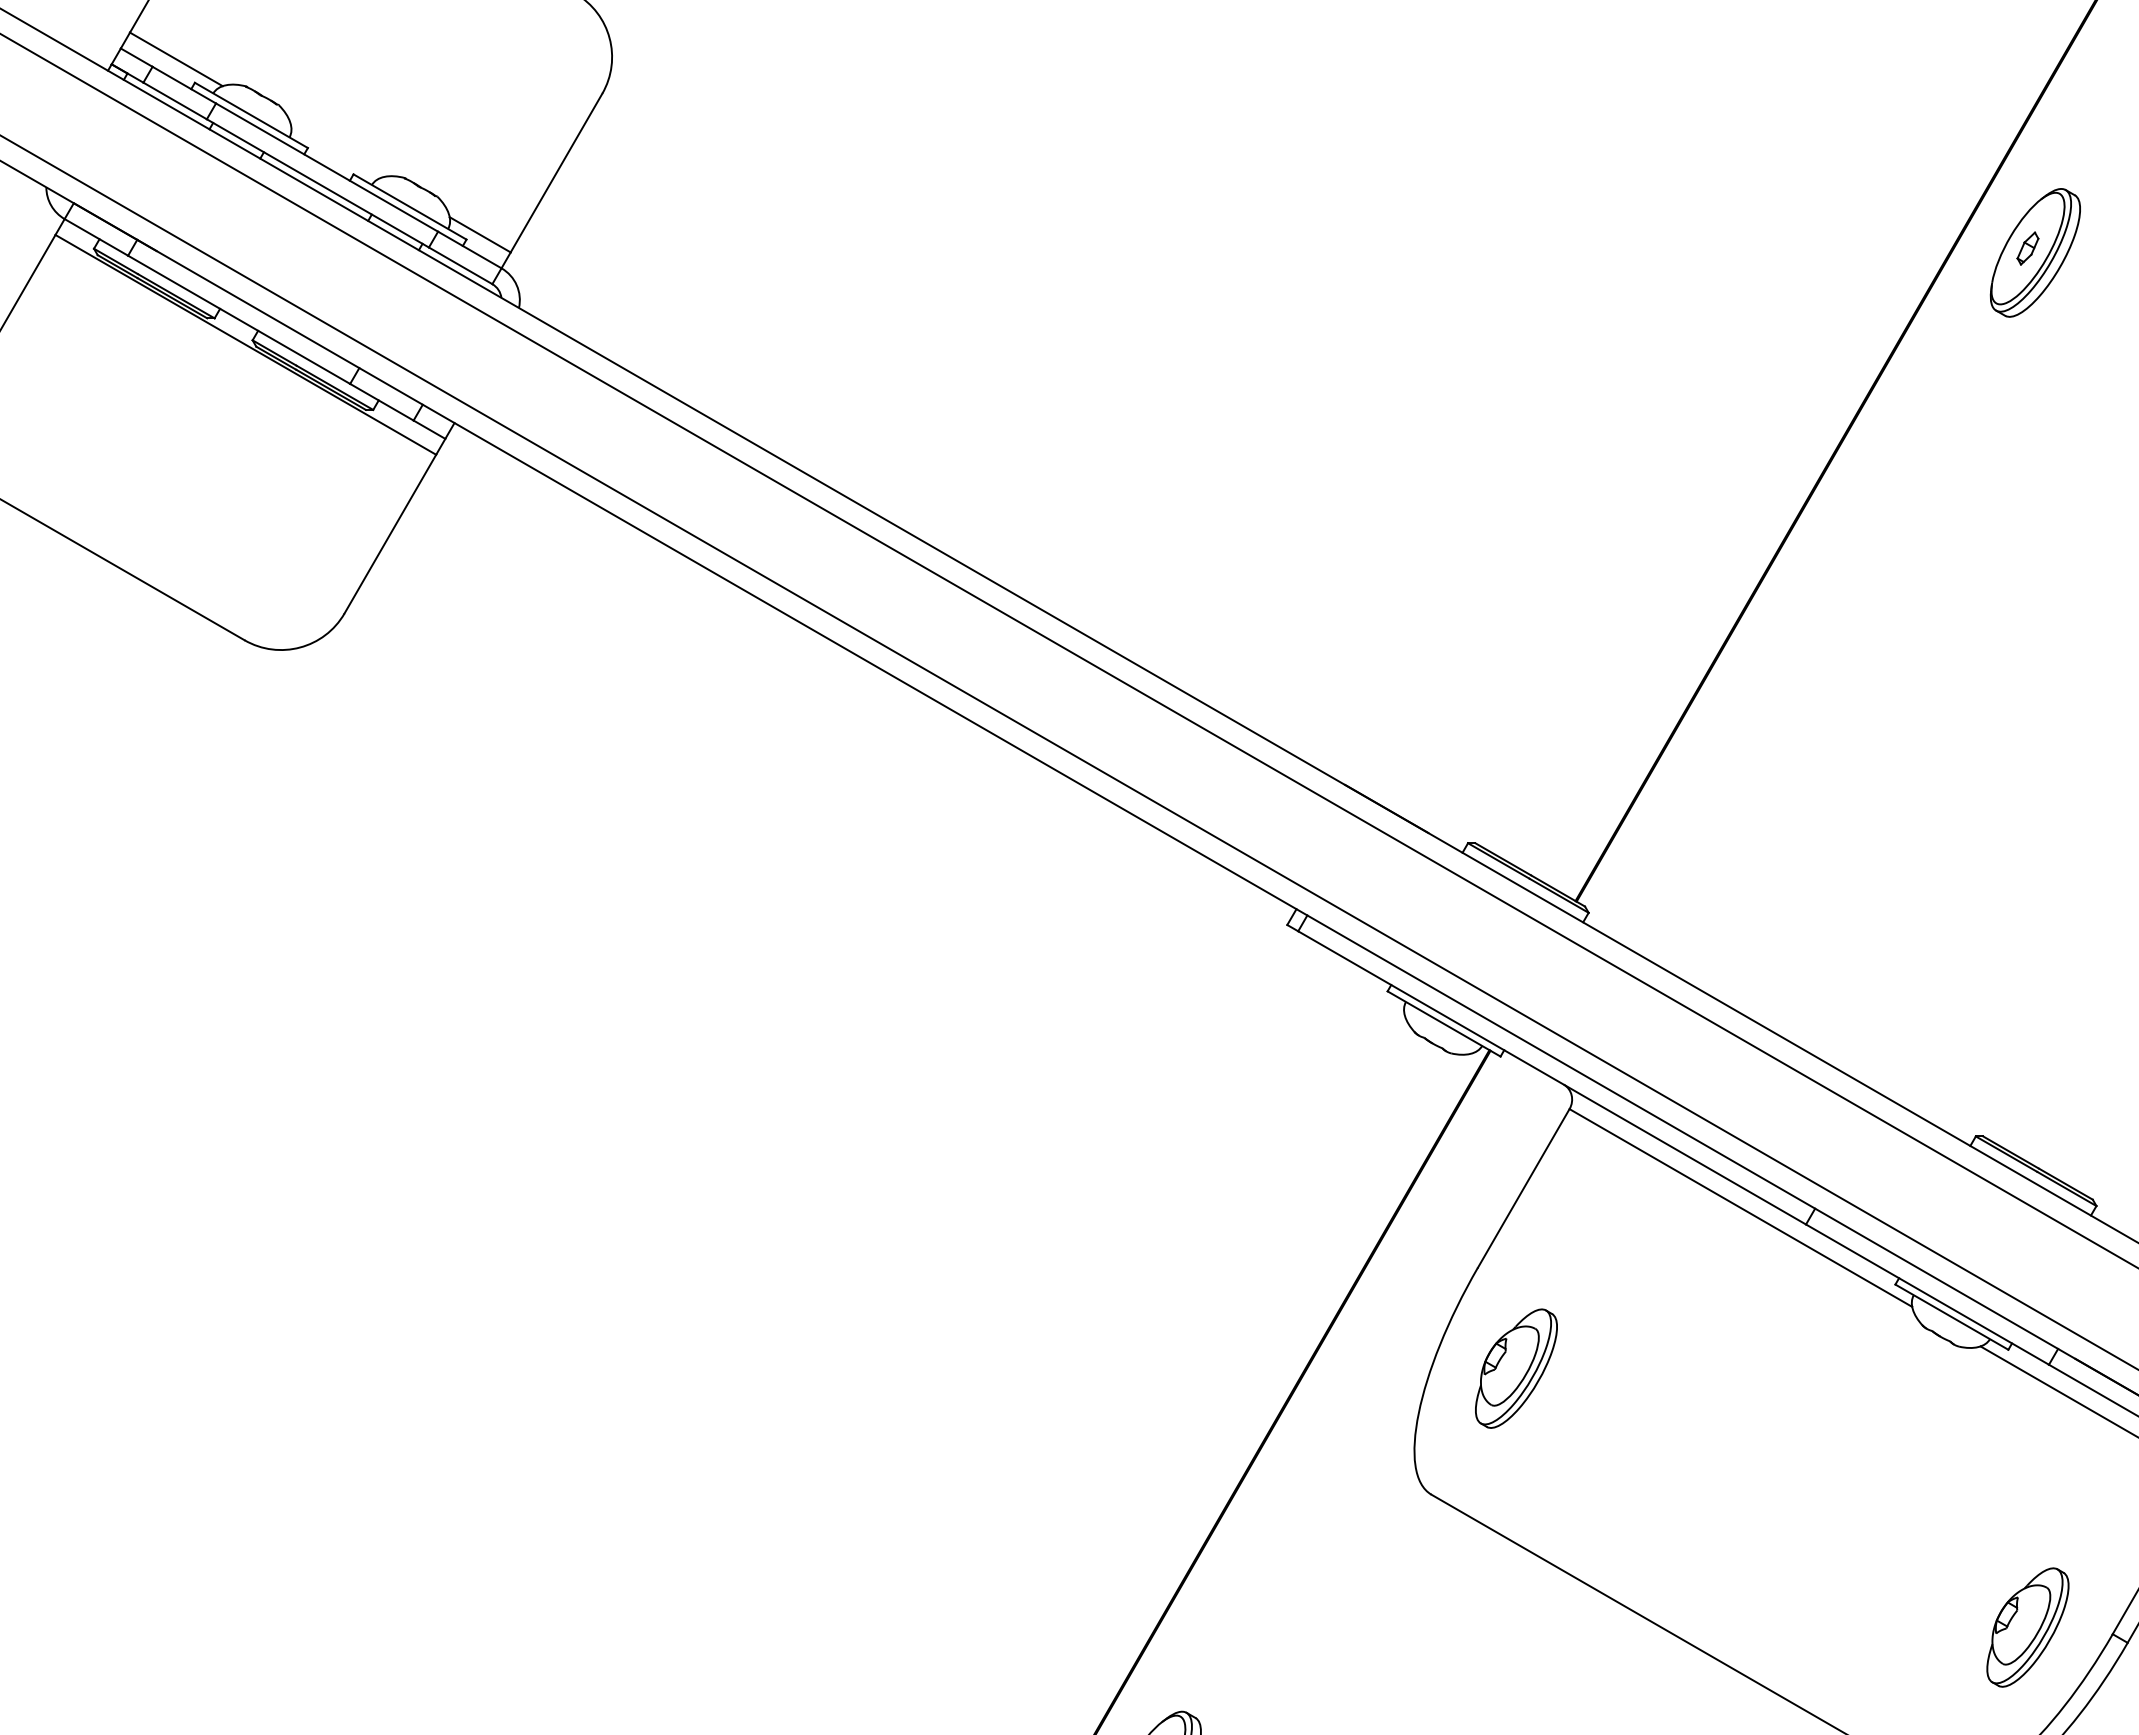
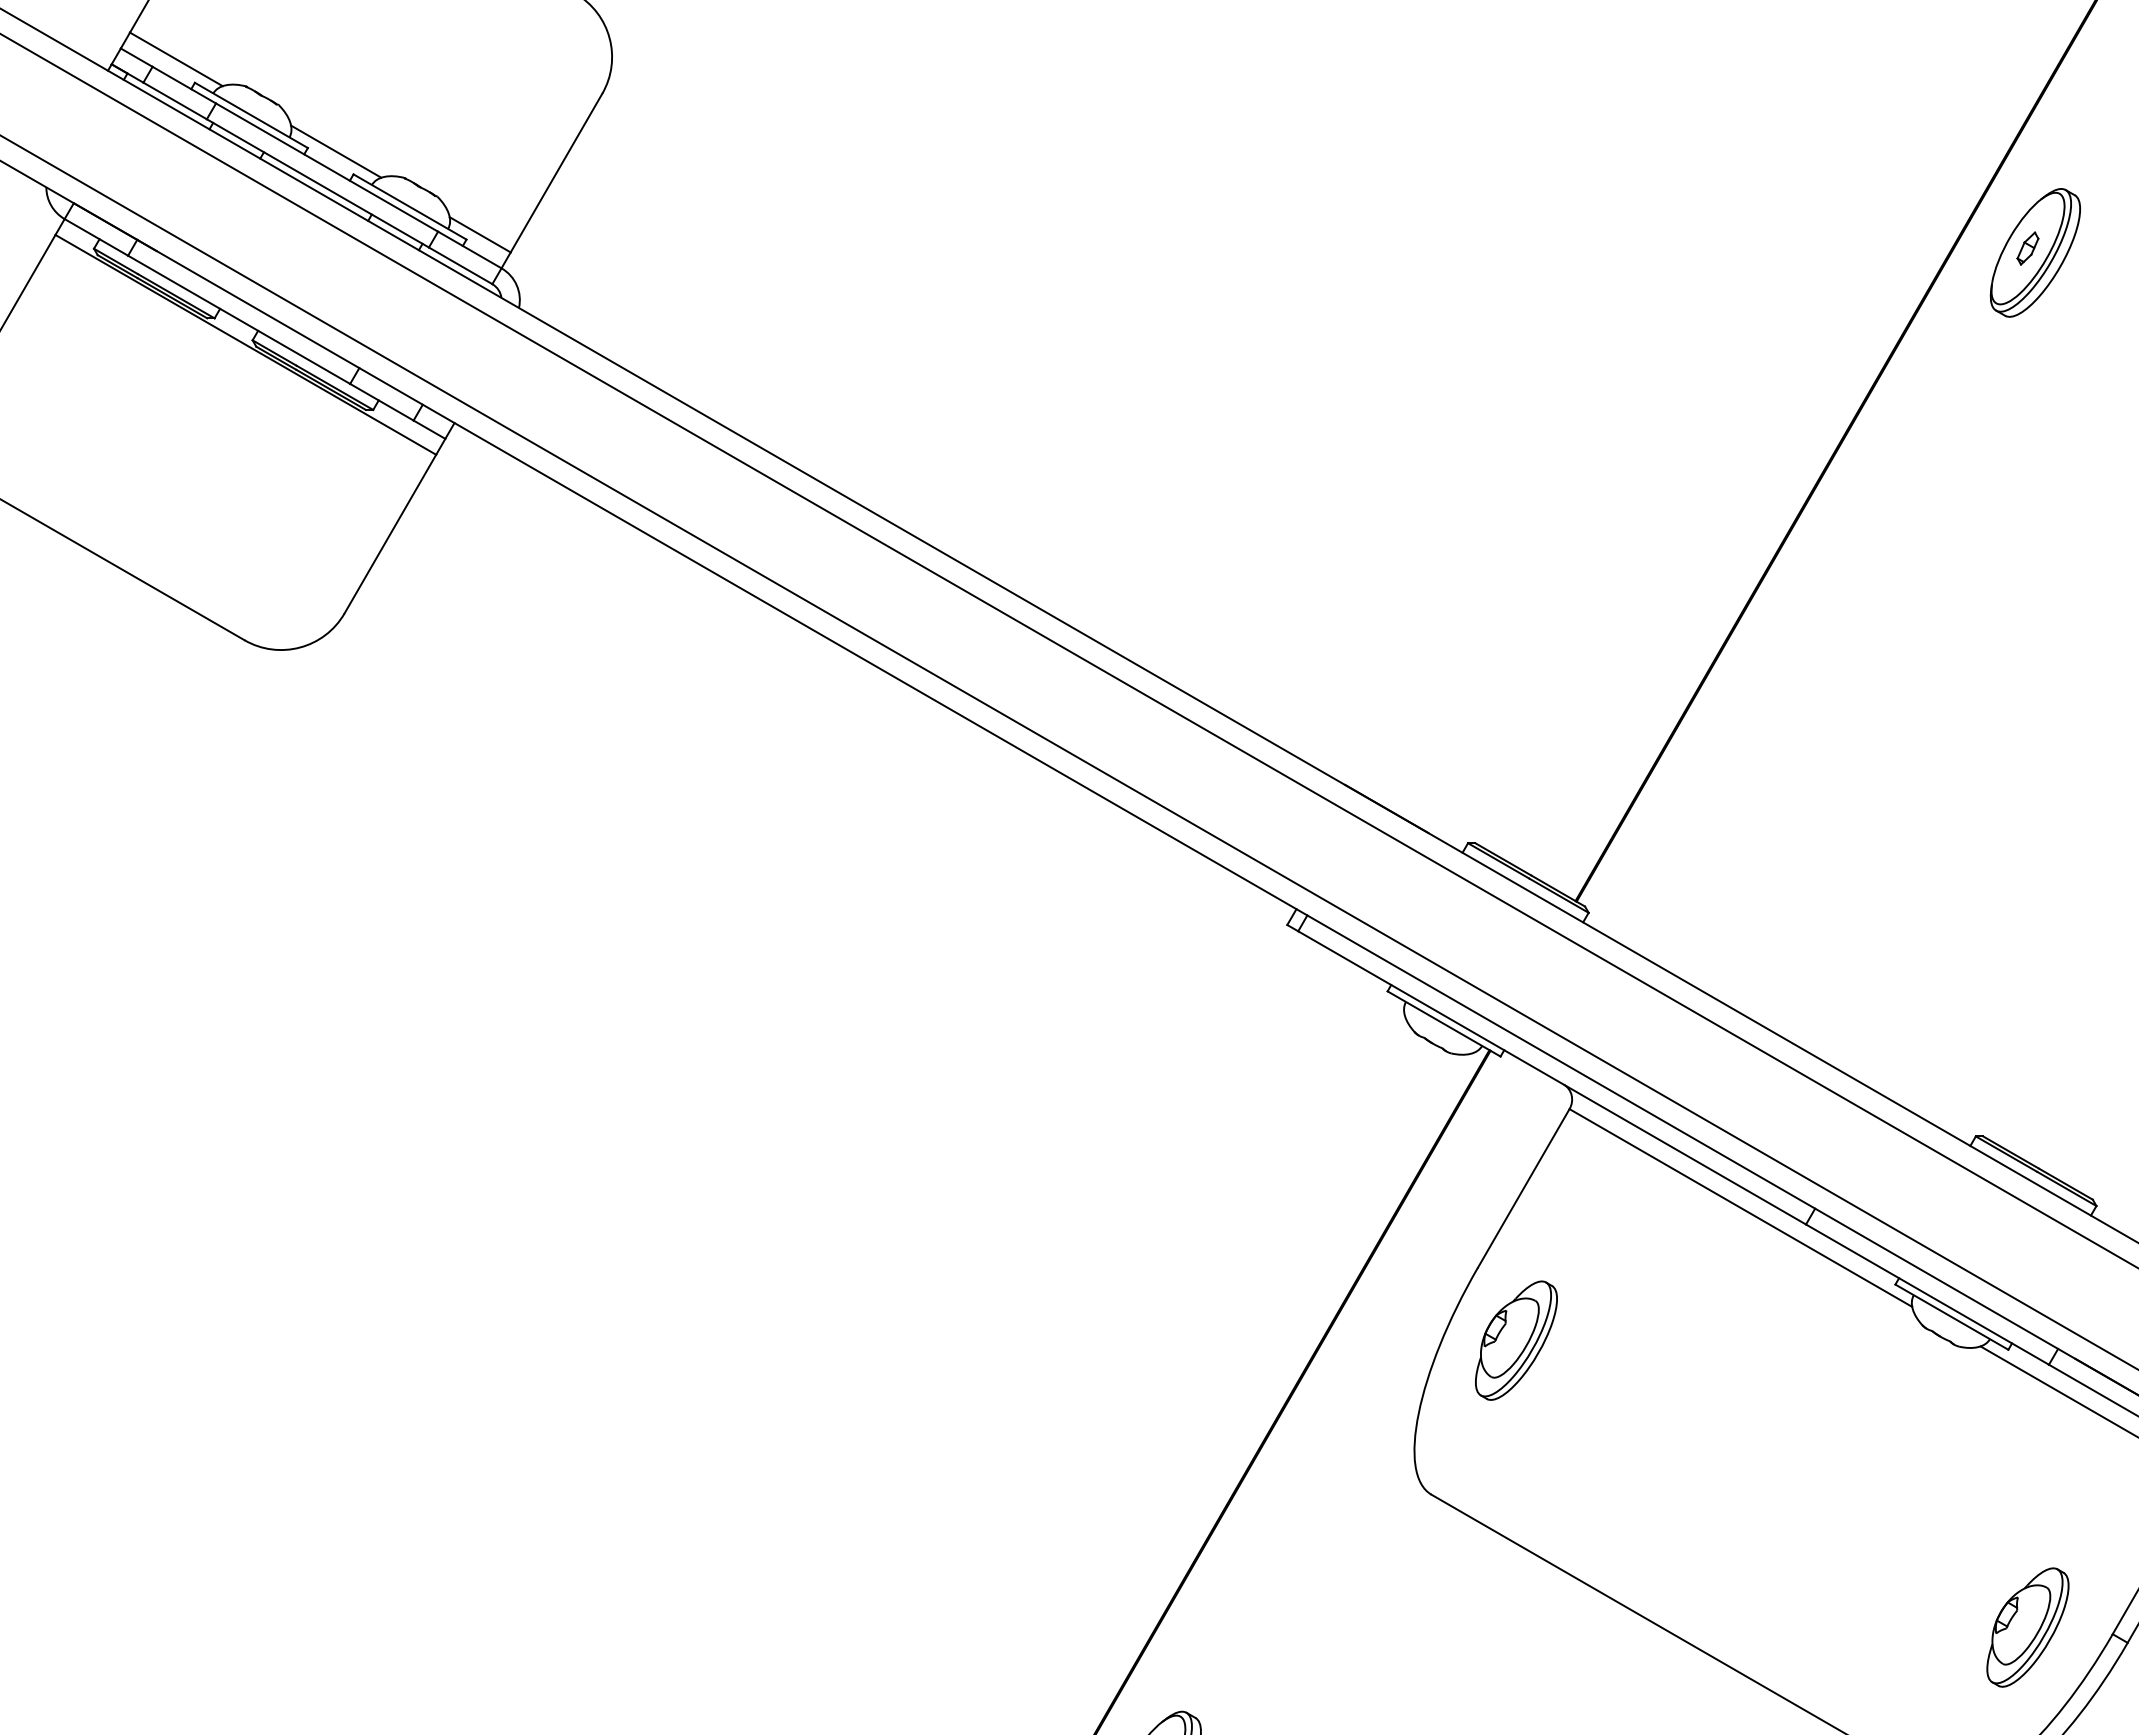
line at (336, 151): none -> present
part at (1516, 1368) position: (1516, 1368) -> (1516, 1340)
